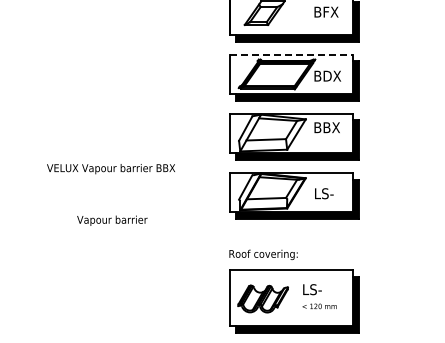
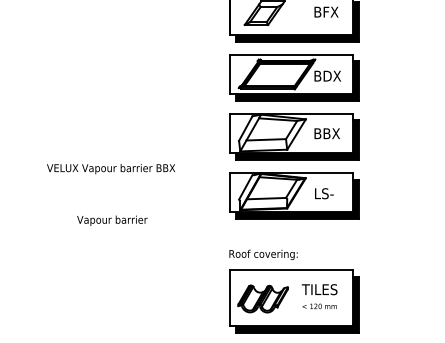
line at (291, 54): dashed -> solid
text at (326, 127) position: (326, 127) -> (326, 133)
text at (319, 289): LS- -> TILES
